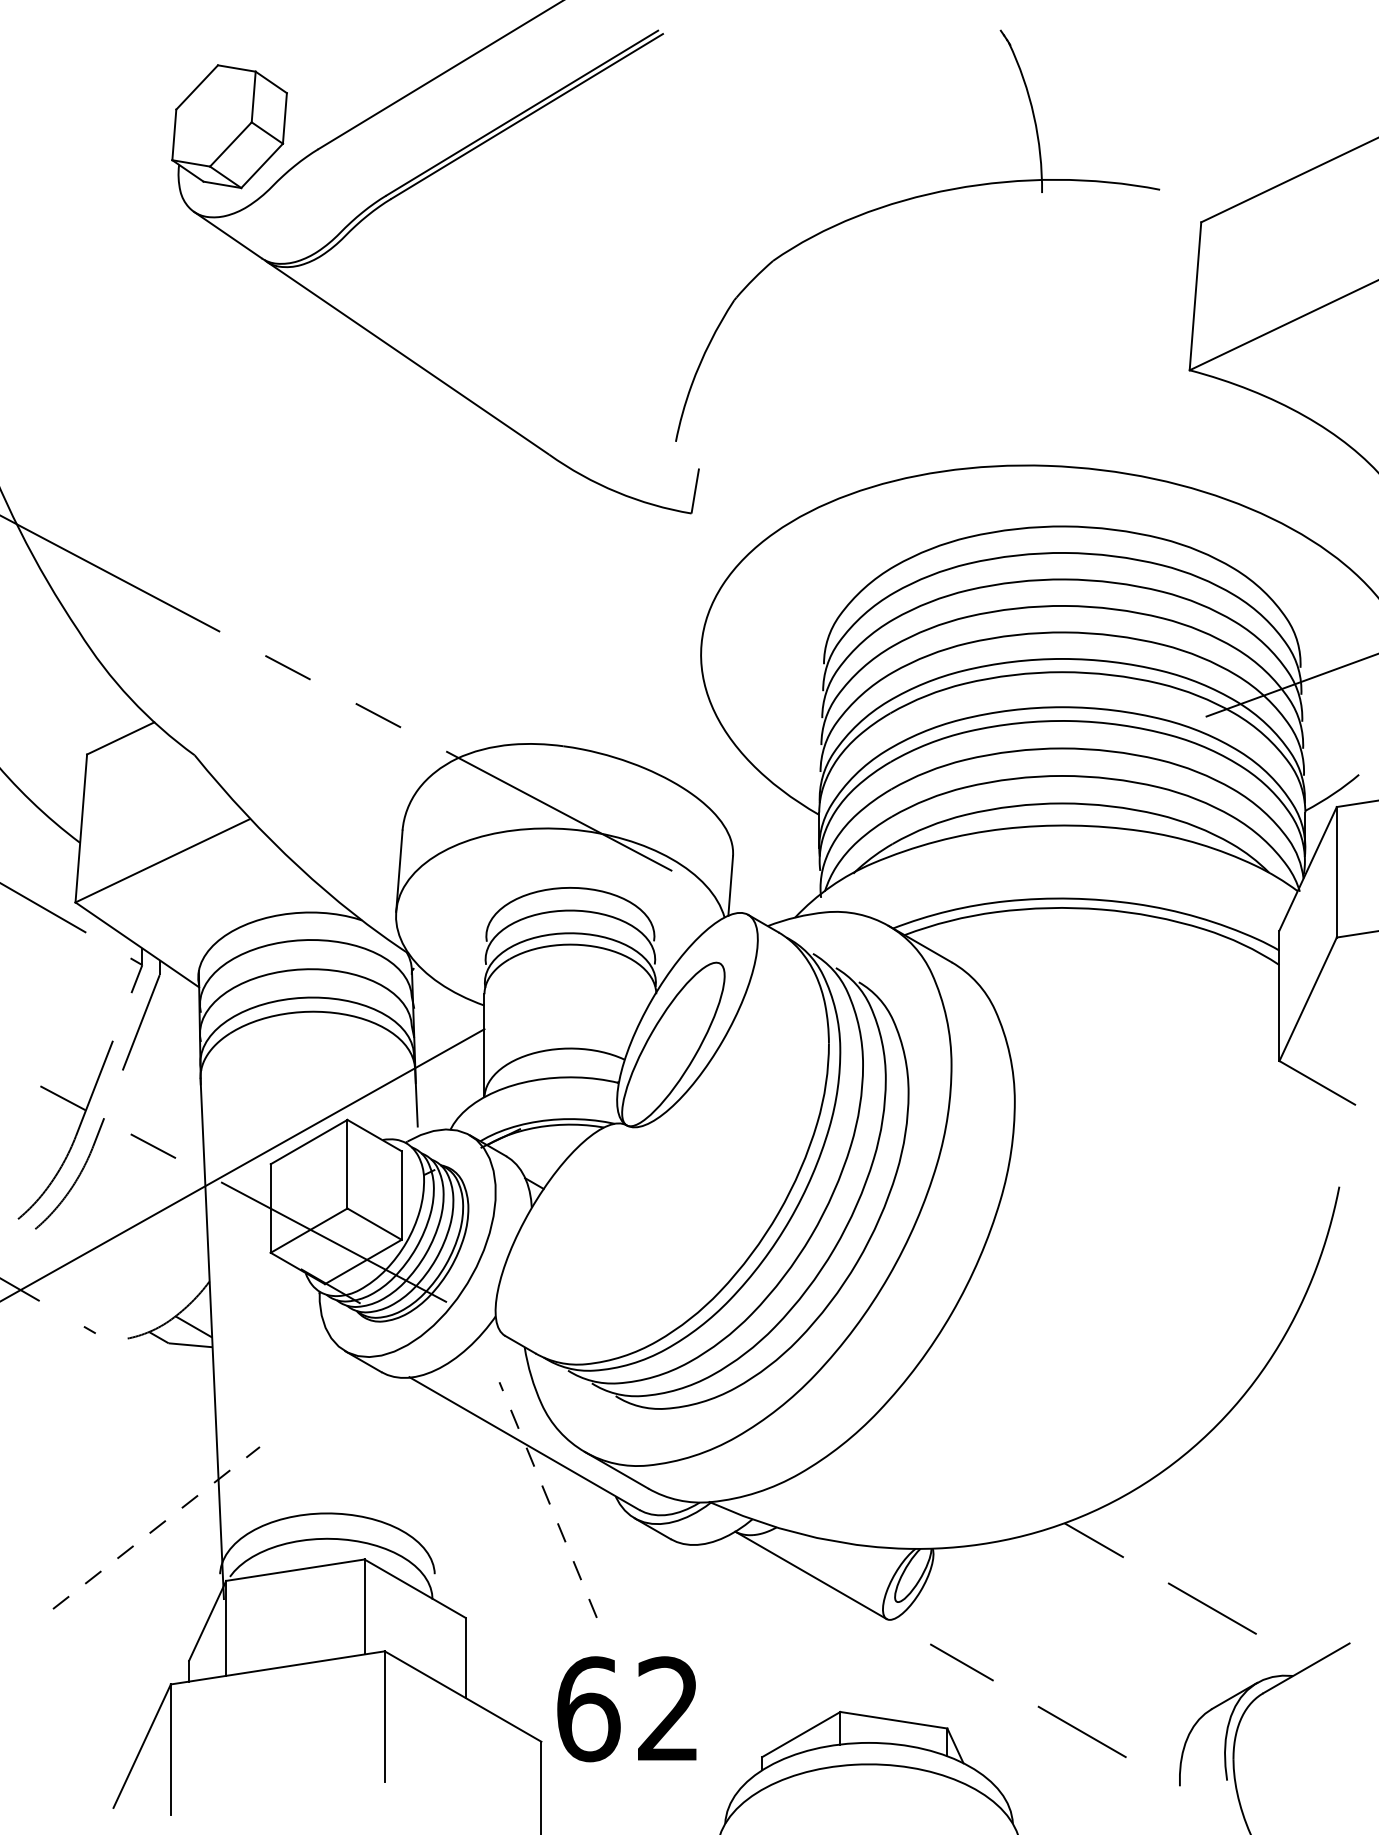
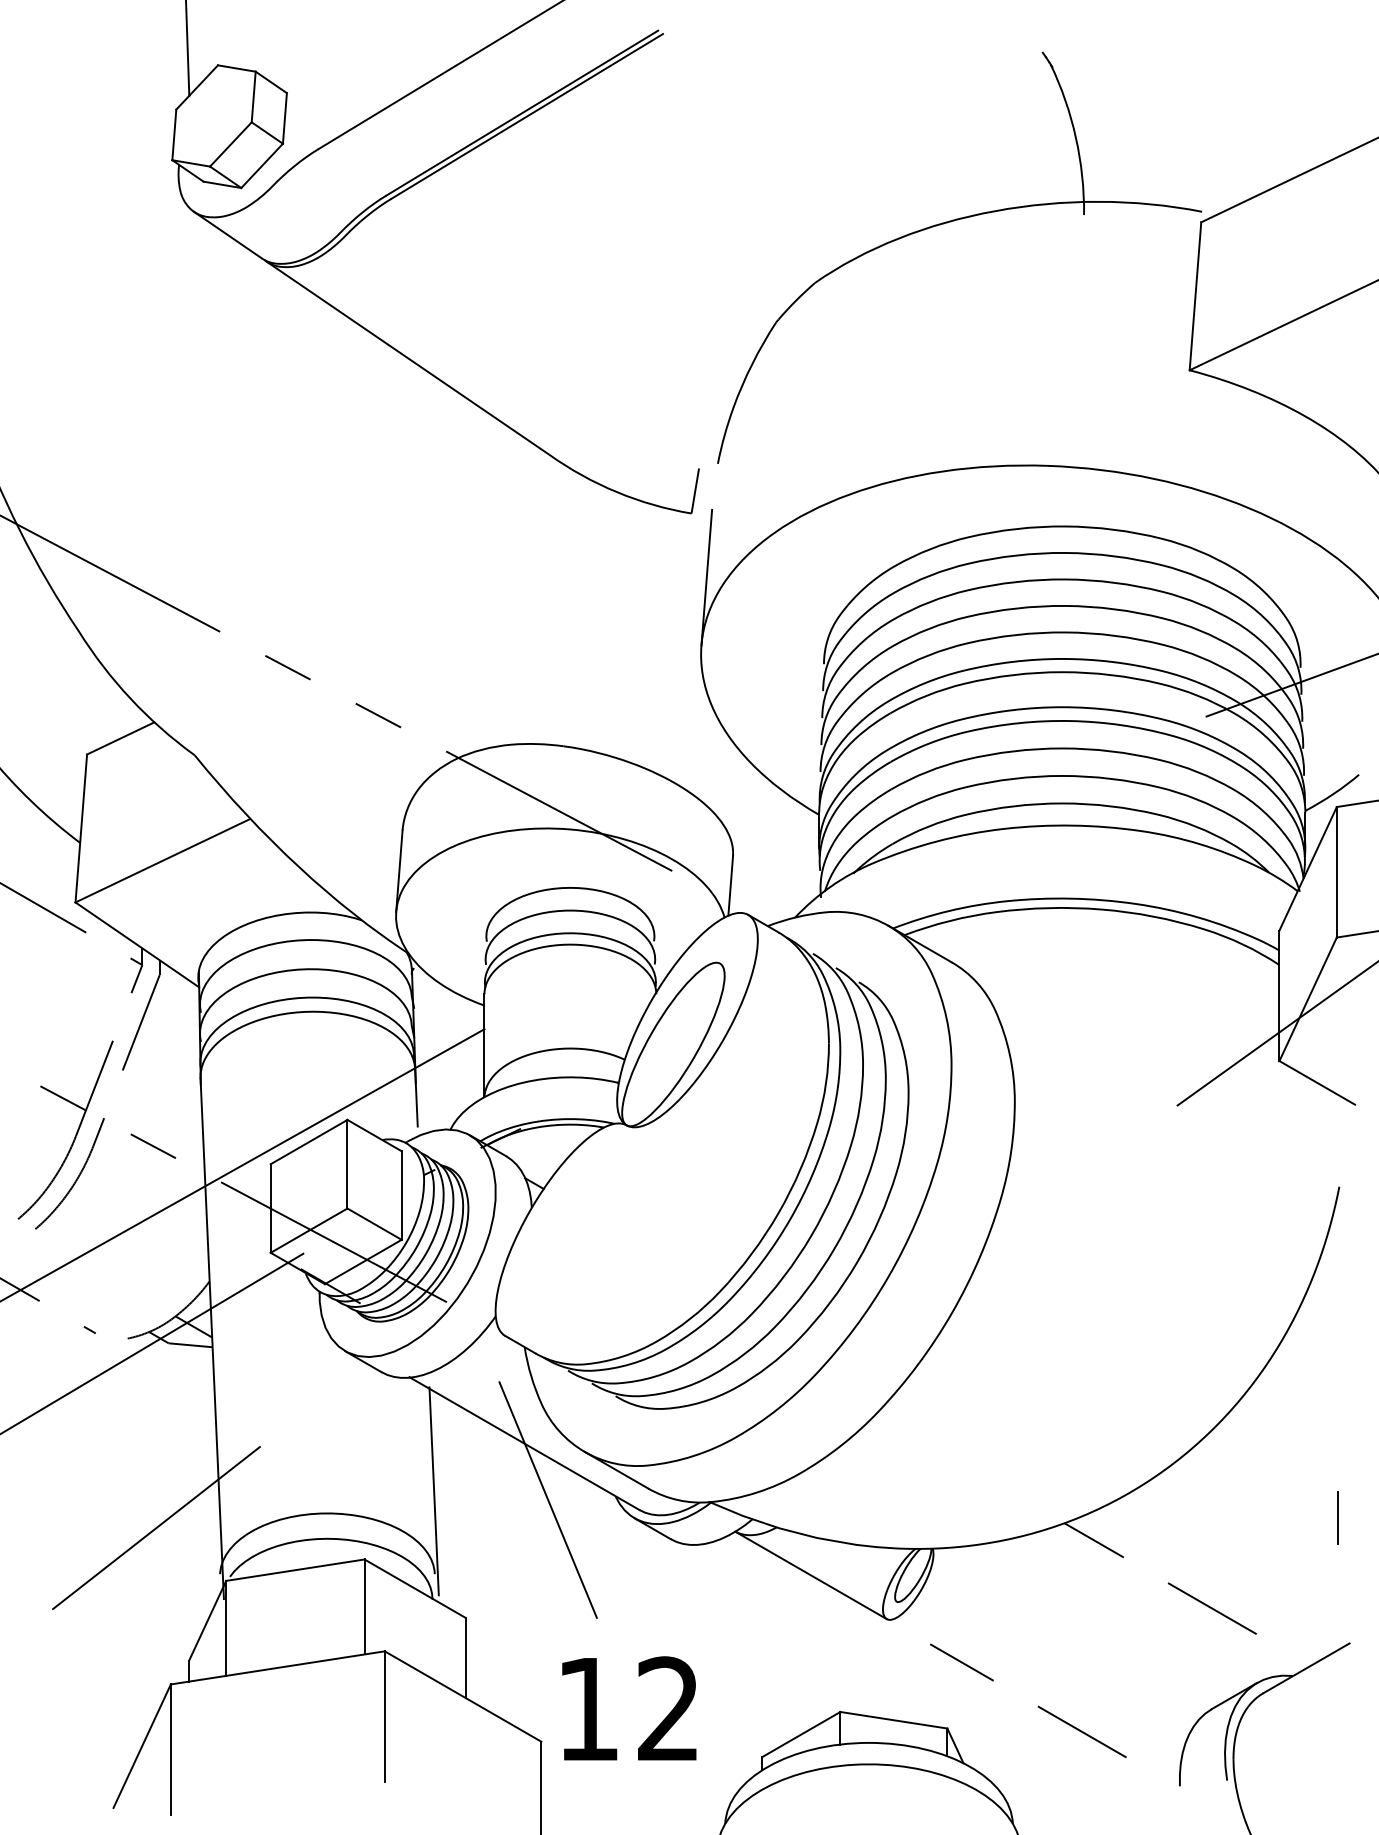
line at (187, 48): none -> present
part at (905, 201) position: (905, 201) -> (947, 223)
line at (706, 577): none -> present
line at (1276, 1034): none -> present
line at (152, 1342): none -> present
line at (433, 1491): none -> present
line at (548, 1499): dashed -> solid
line at (1337, 1517): none -> present
line at (156, 1527): dashed -> solid
text at (588, 1709): 62 -> 12
